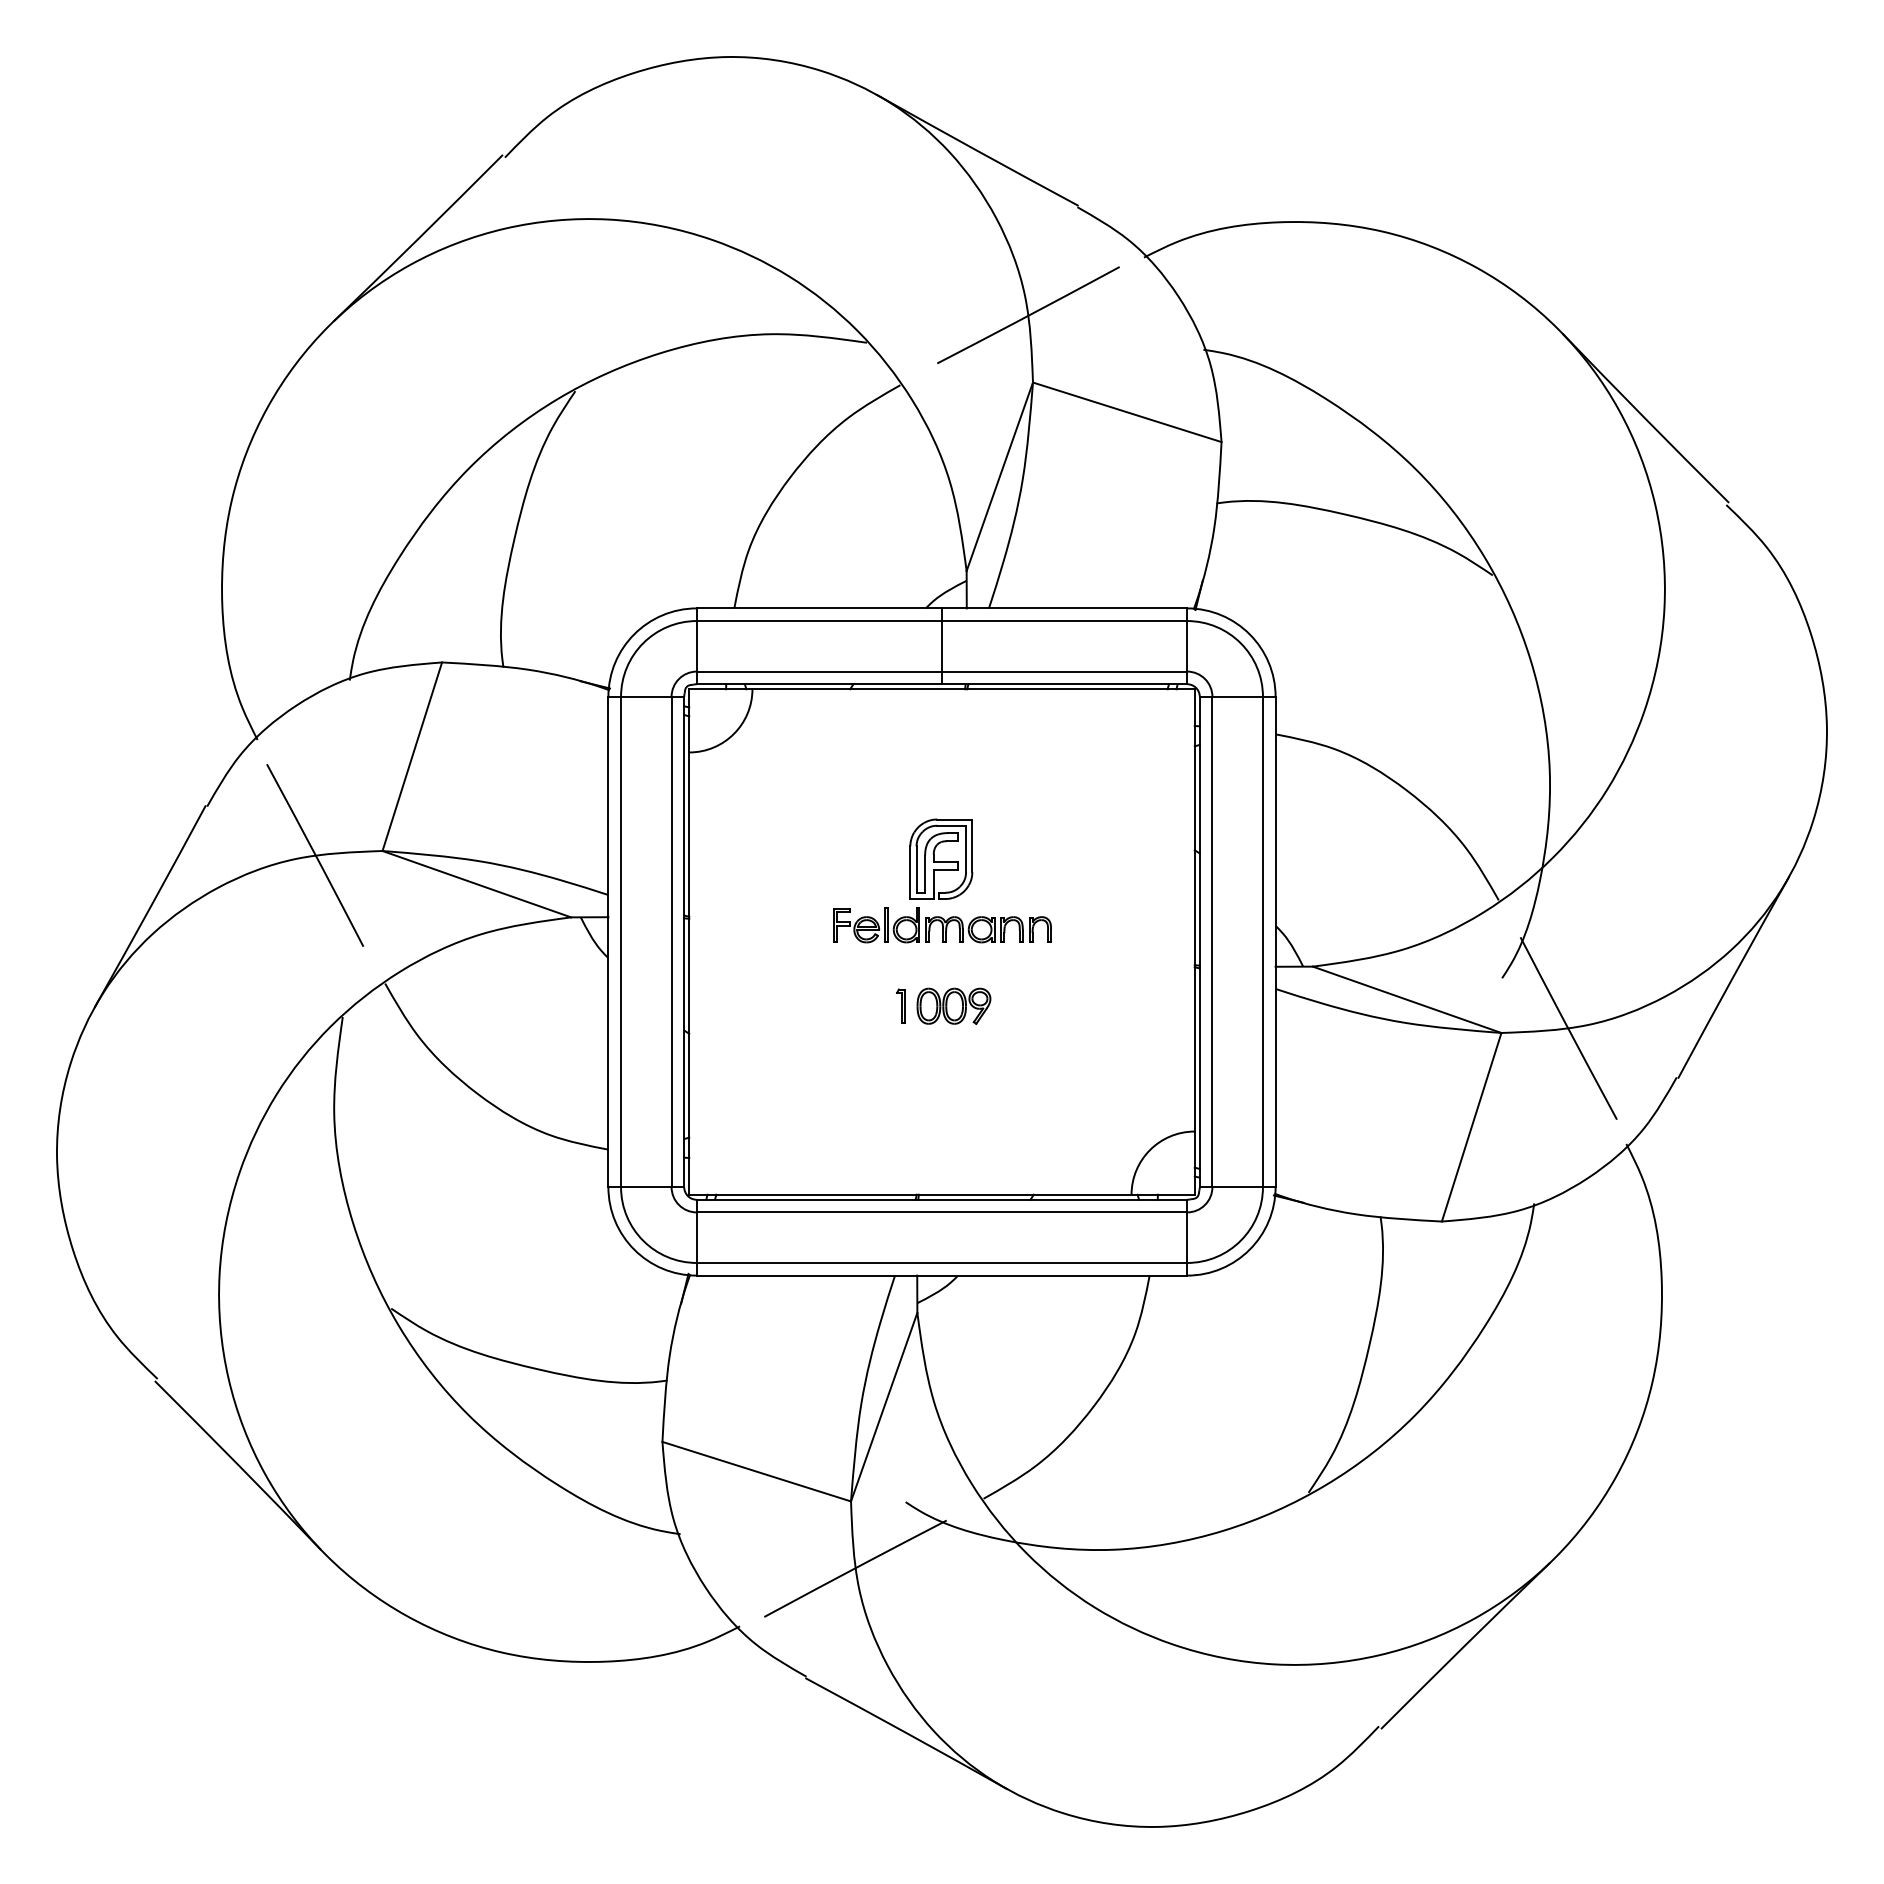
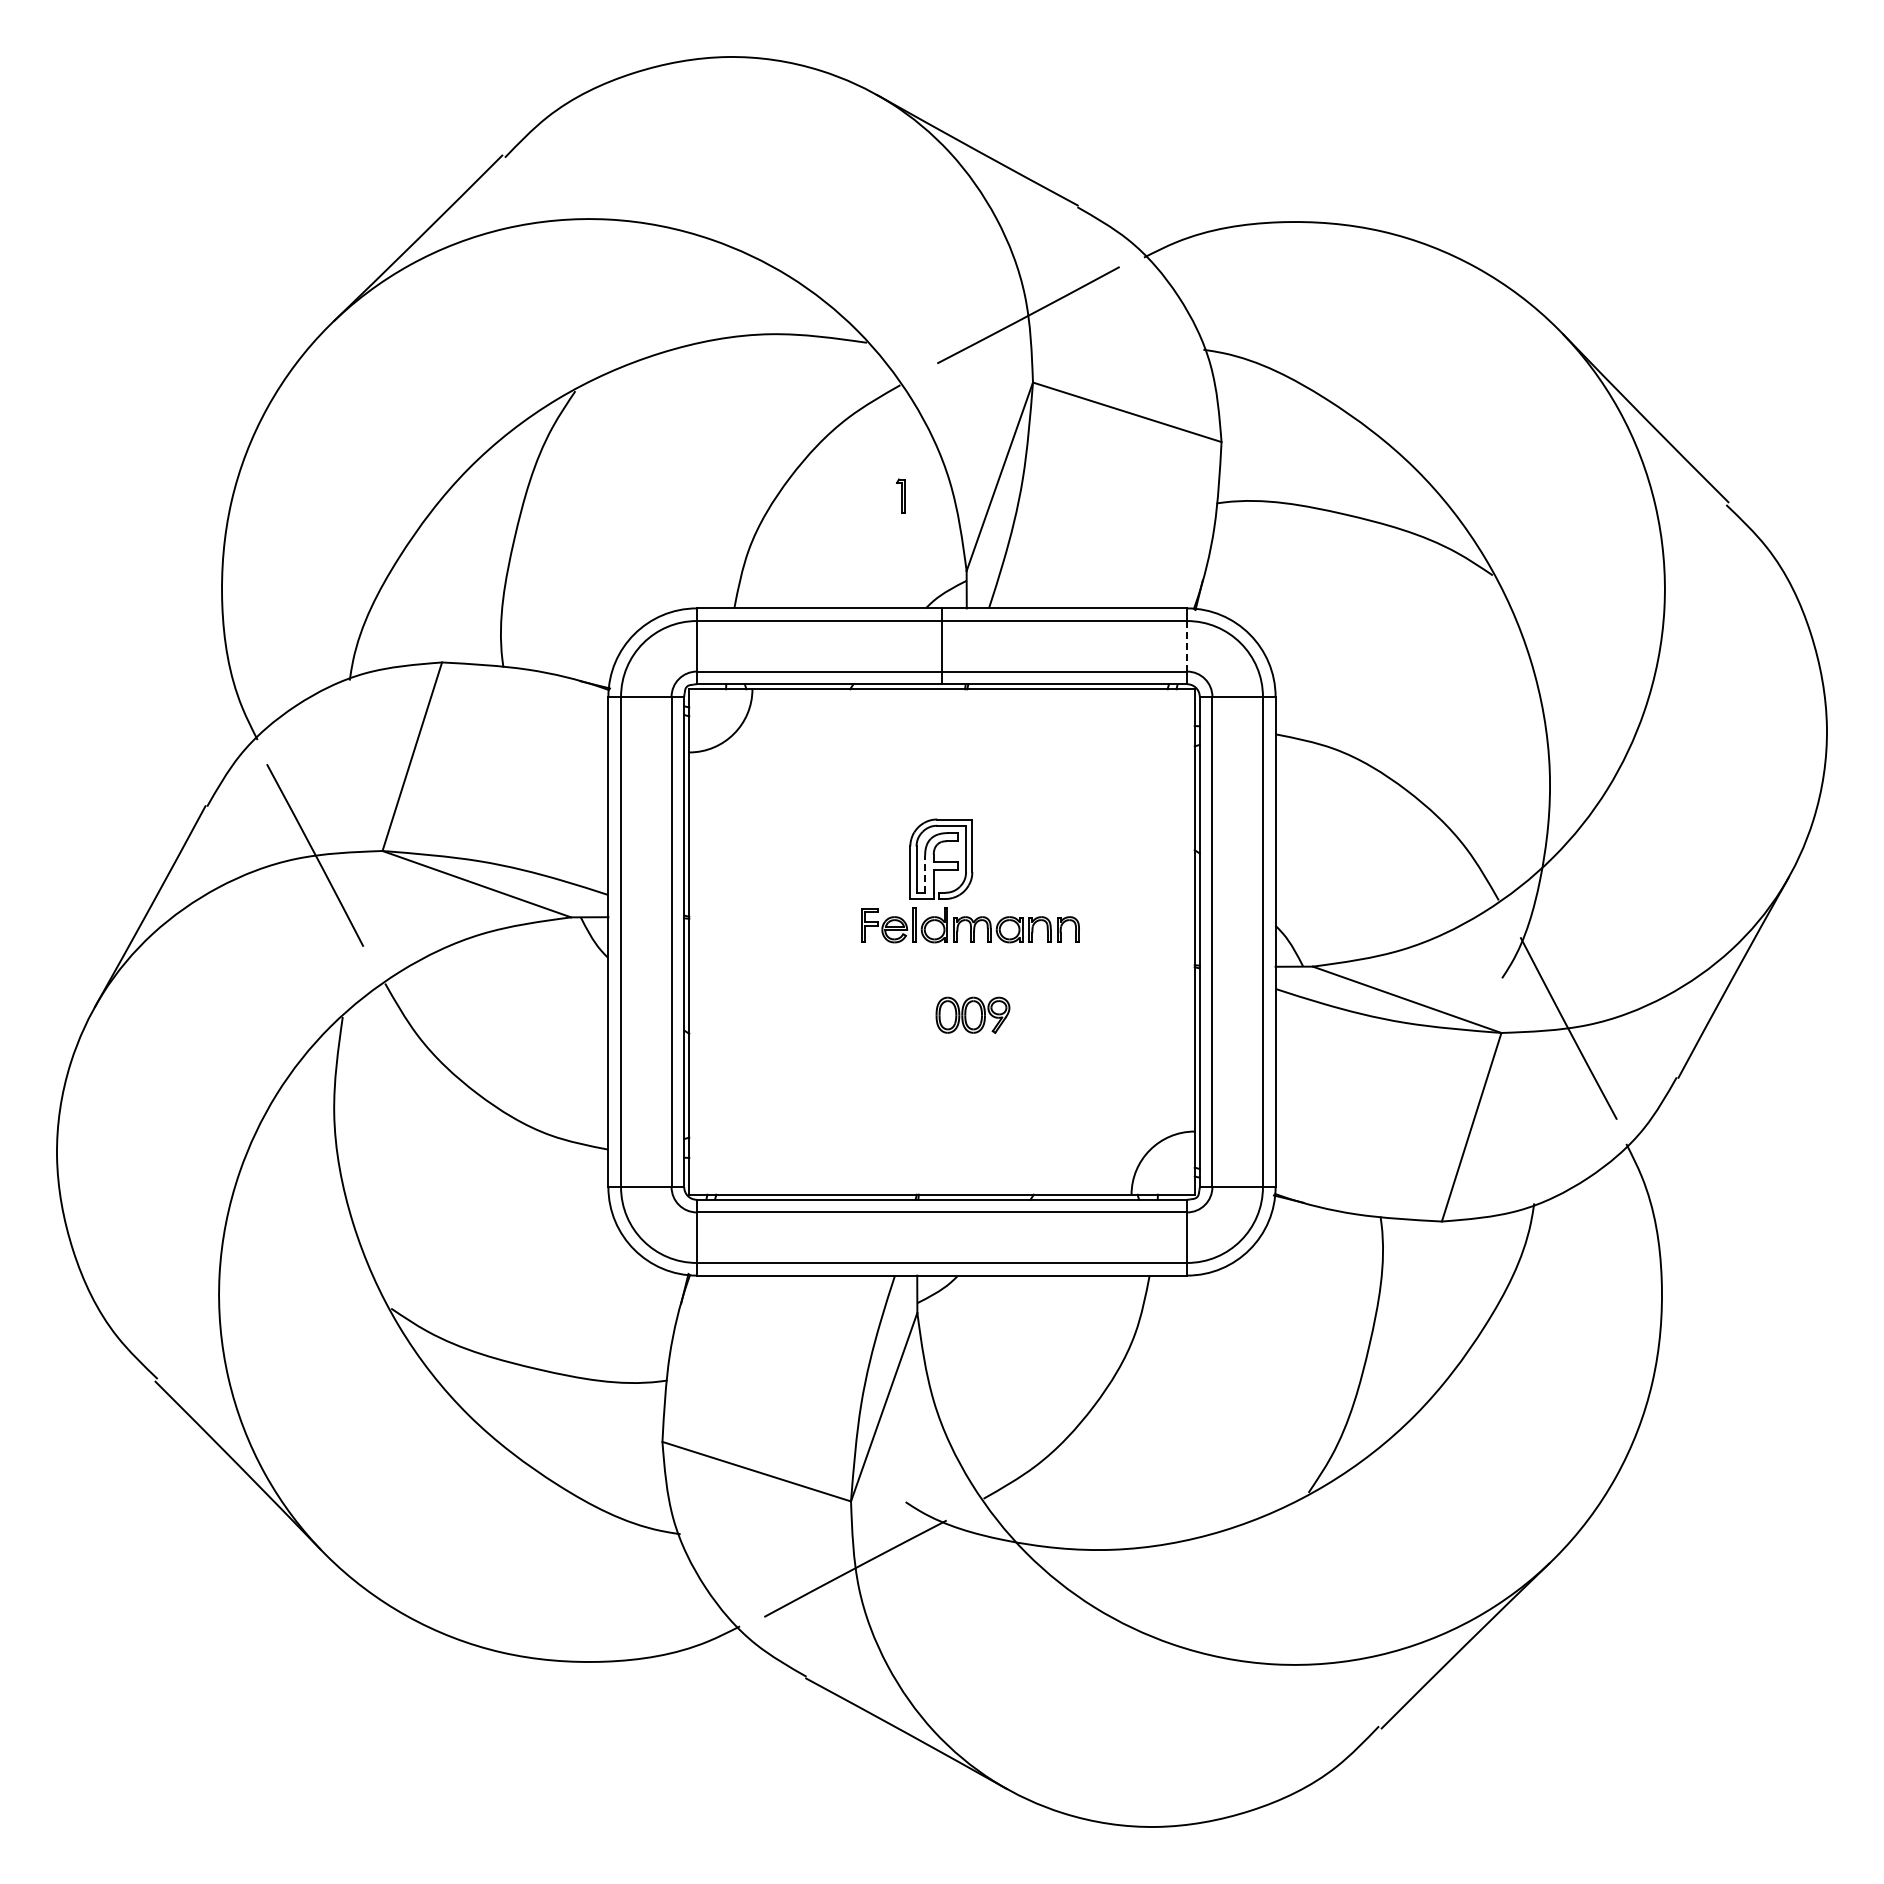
line at (1187, 646): solid -> dashed
line at (925, 873): solid -> dashed
part at (942, 925) position: (942, 925) -> (970, 925)
part at (900, 1005) position: (900, 1005) -> (900, 495)
part at (953, 1005) position: (953, 1005) -> (972, 1014)
